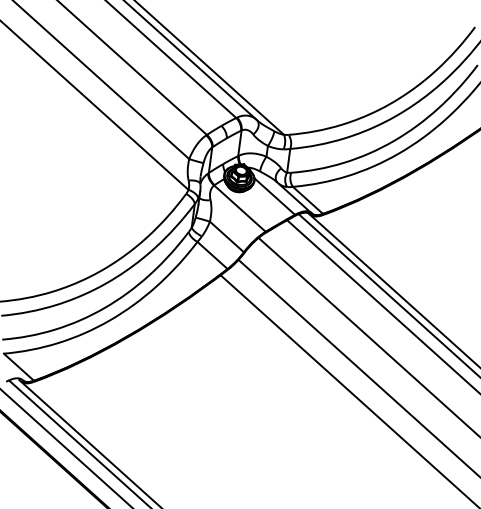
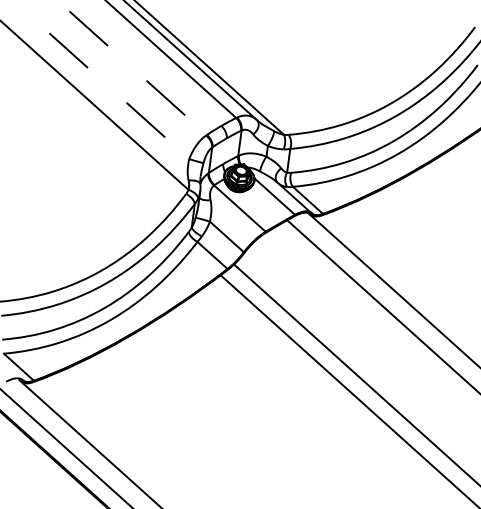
line at (132, 68): solid -> dashed
line at (100, 79): solid -> dashed
line at (387, 294): present -> none
line at (367, 335): present -> none
line at (357, 366) position: (357, 366) -> (355, 373)
line at (78, 443): present -> none
